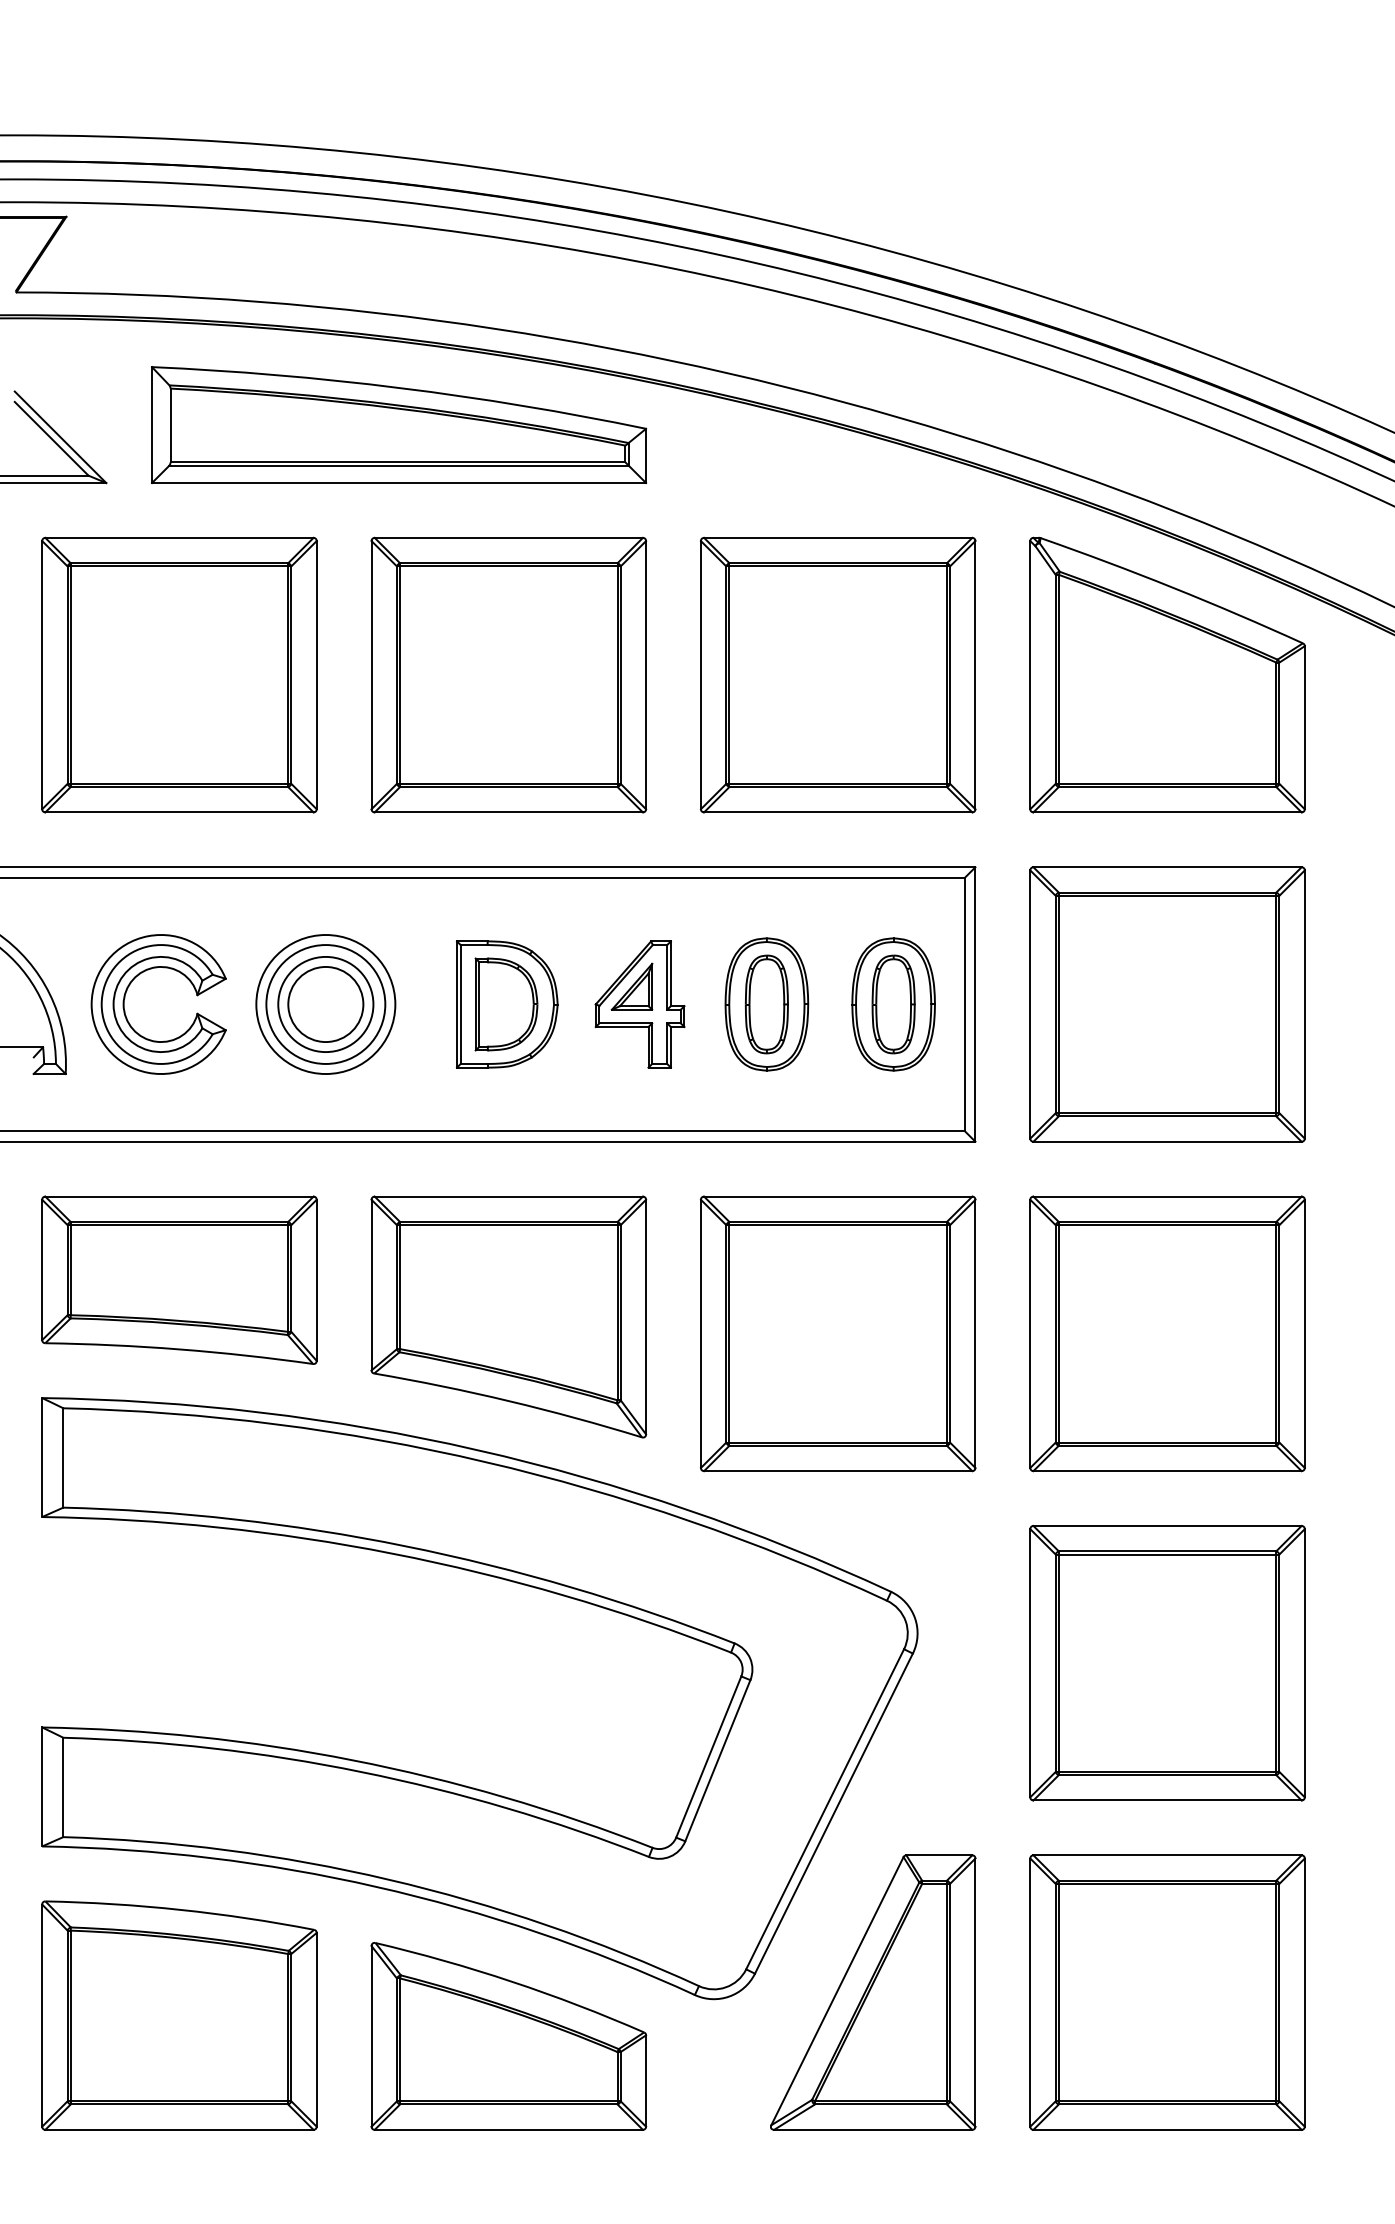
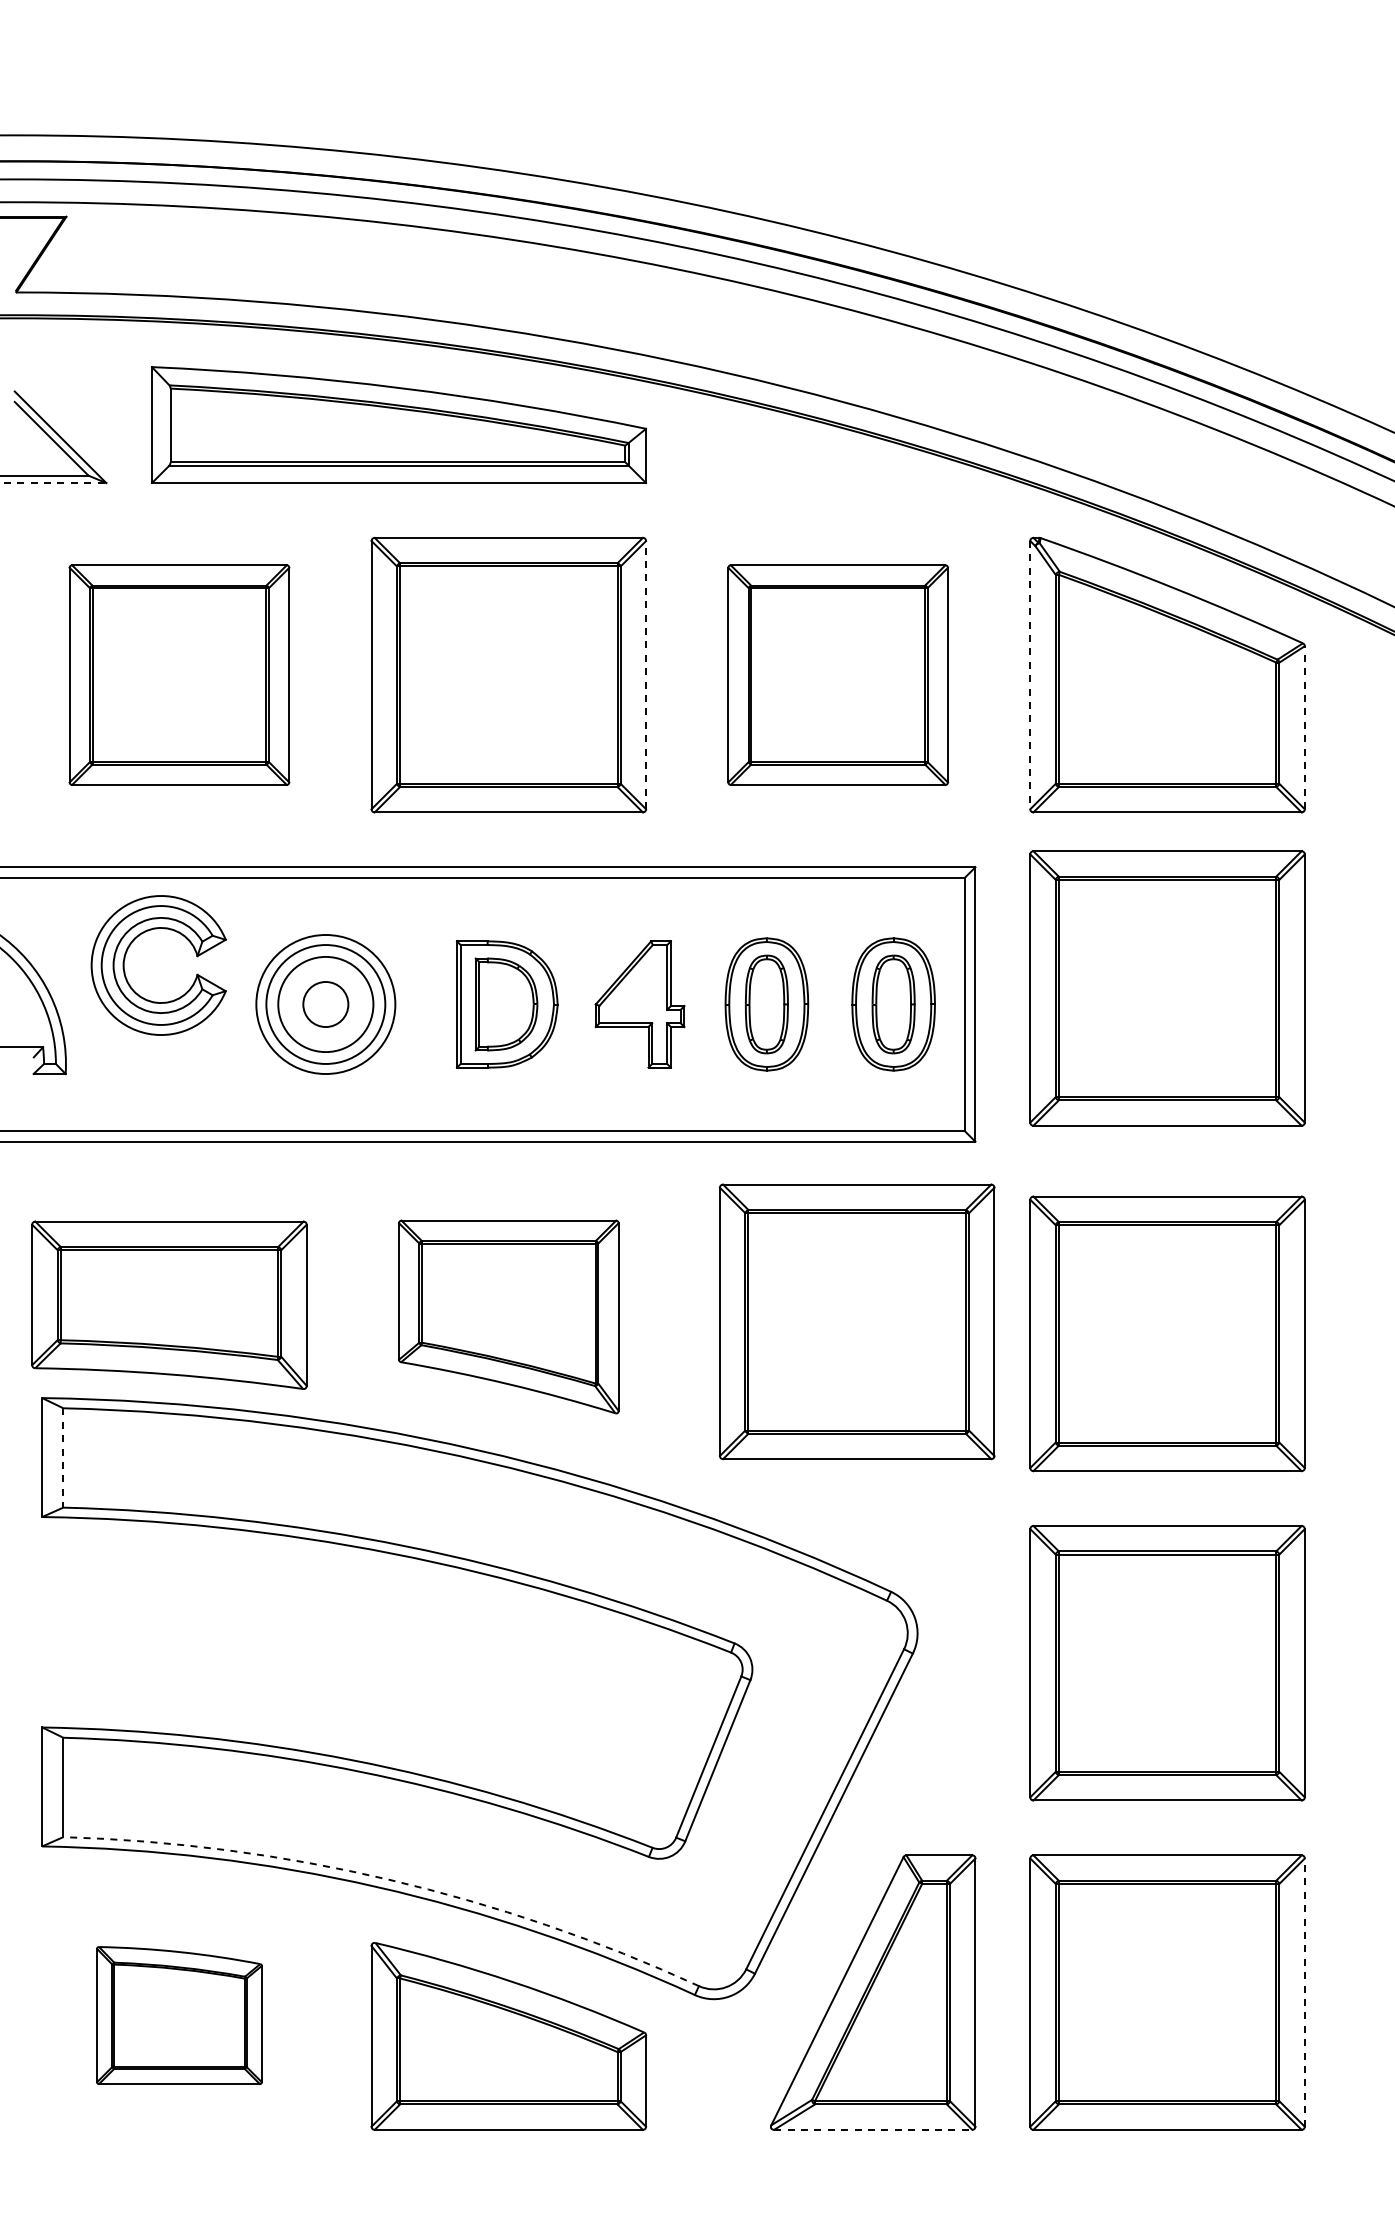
line at (53, 483): solid -> dashed
part at (179, 674) size: 277x278 px -> 223x222 px
line at (646, 674): solid -> dashed
part at (837, 674) size: 278x278 px -> 222x222 px
line at (1030, 675): solid -> dashed
line at (1304, 727): solid -> dashed
part at (631, 986): present -> none
part at (125, 998) position: (125, 998) -> (125, 959)
circle at (325, 1004) diameter: 75 px -> 45 px
part at (1167, 1004) position: (1167, 1004) -> (1167, 988)
part at (179, 1279) position: (179, 1279) -> (169, 1304)
part at (508, 1316) size: 278x244 px -> 222x196 px
part at (837, 1333) position: (837, 1333) -> (856, 1321)
line at (63, 1457): solid -> dashed
arc at (388, 1879): solid -> dashed
line at (1304, 1992): solid -> dashed
part at (179, 2015) size: 277x231 px -> 167x140 px
line at (873, 2129): solid -> dashed
